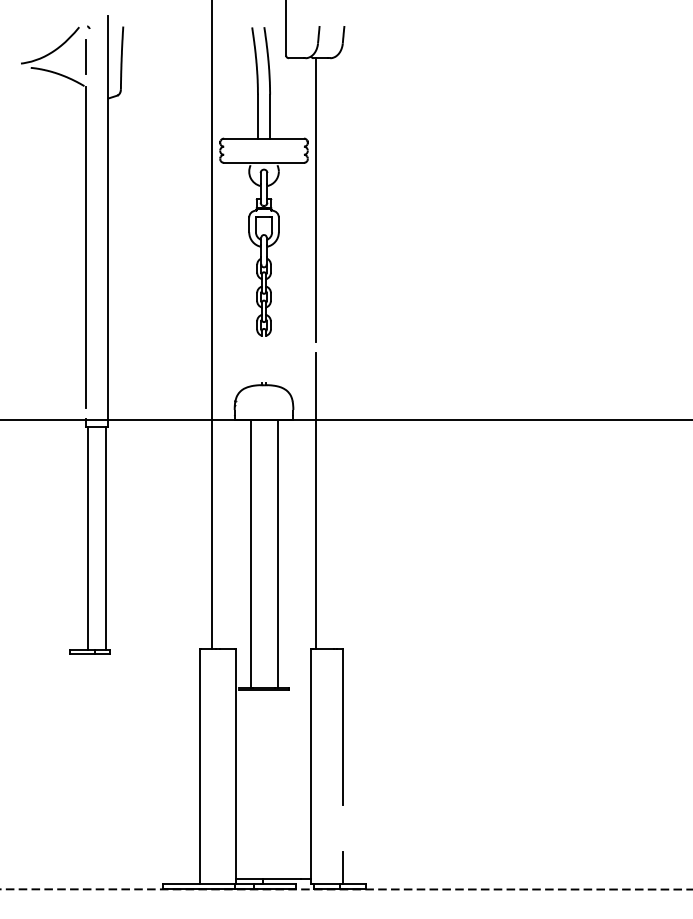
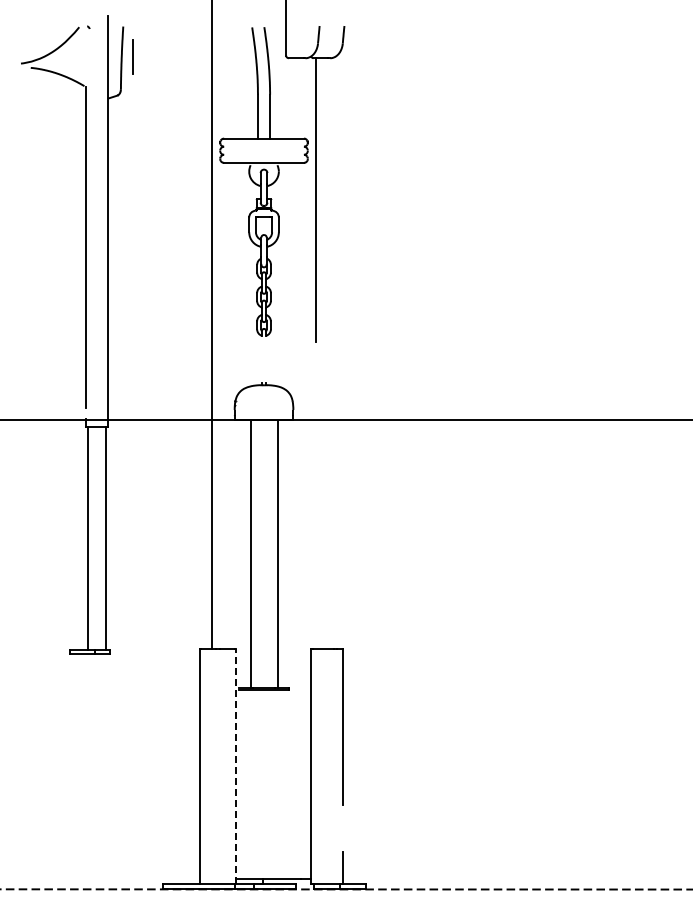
line at (85, 56) position: (85, 56) -> (132, 56)
line at (315, 500): present -> none
line at (235, 766): solid -> dashed
